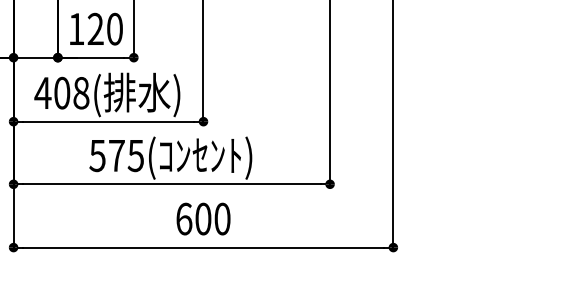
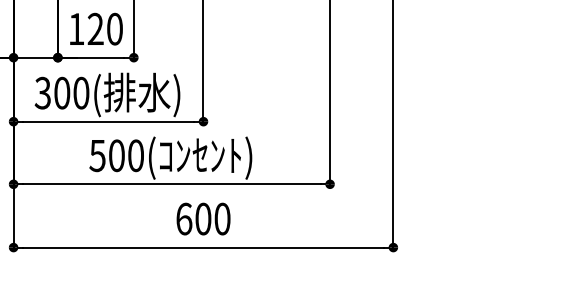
text at (61, 92): 408( -> 300(
text at (126, 155): 575( -> 500(
